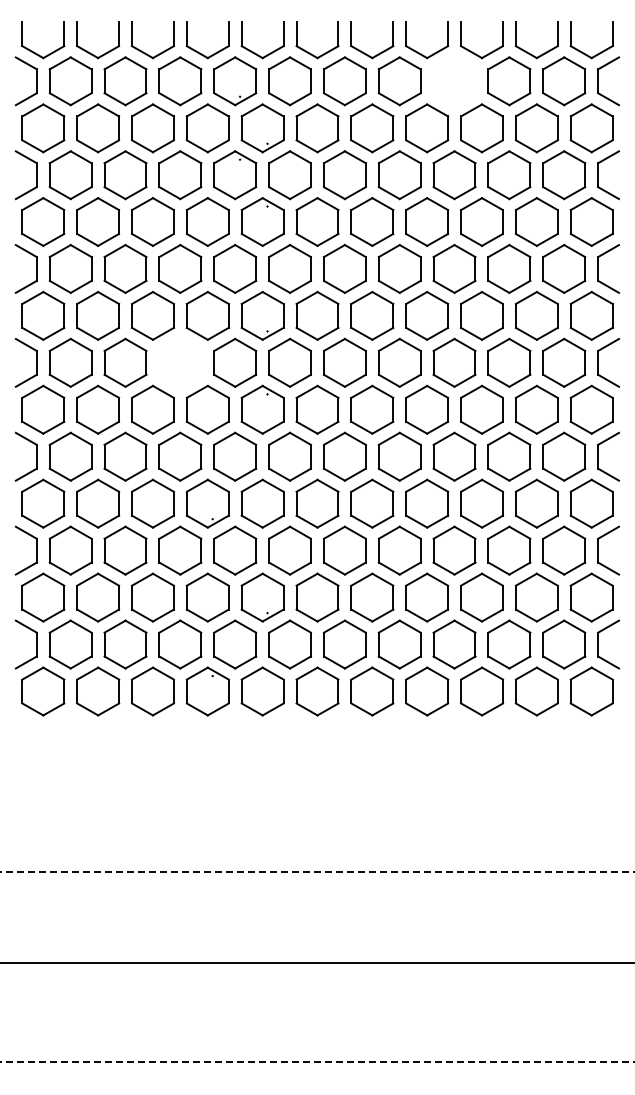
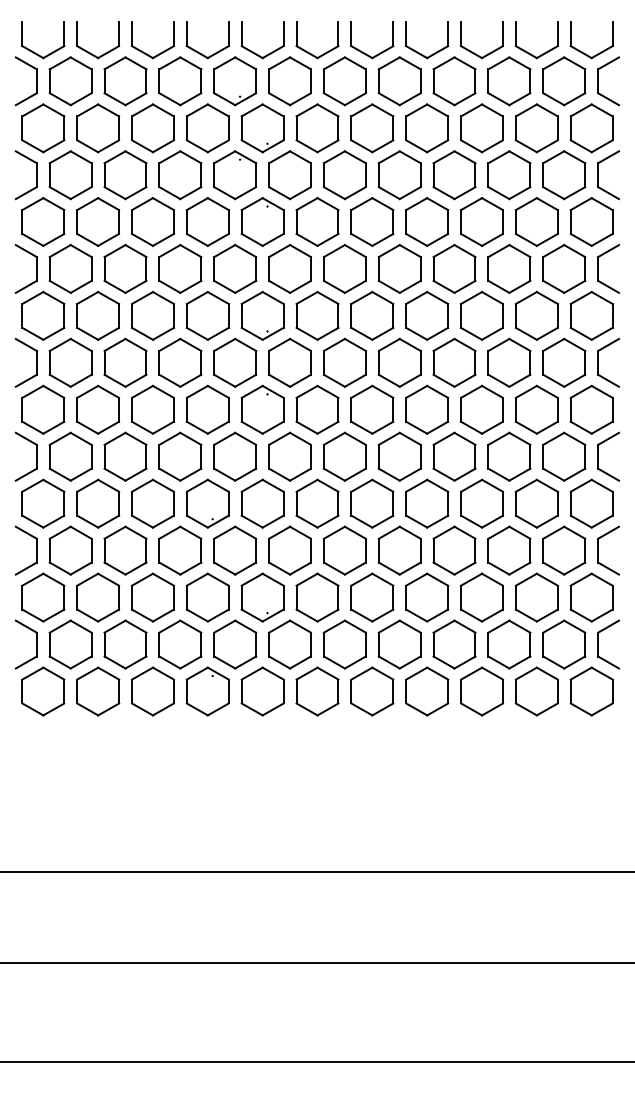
part at (454, 81): none -> present
part at (180, 362): none -> present
line at (317, 871): dashed -> solid
line at (317, 1062): dashed -> solid
